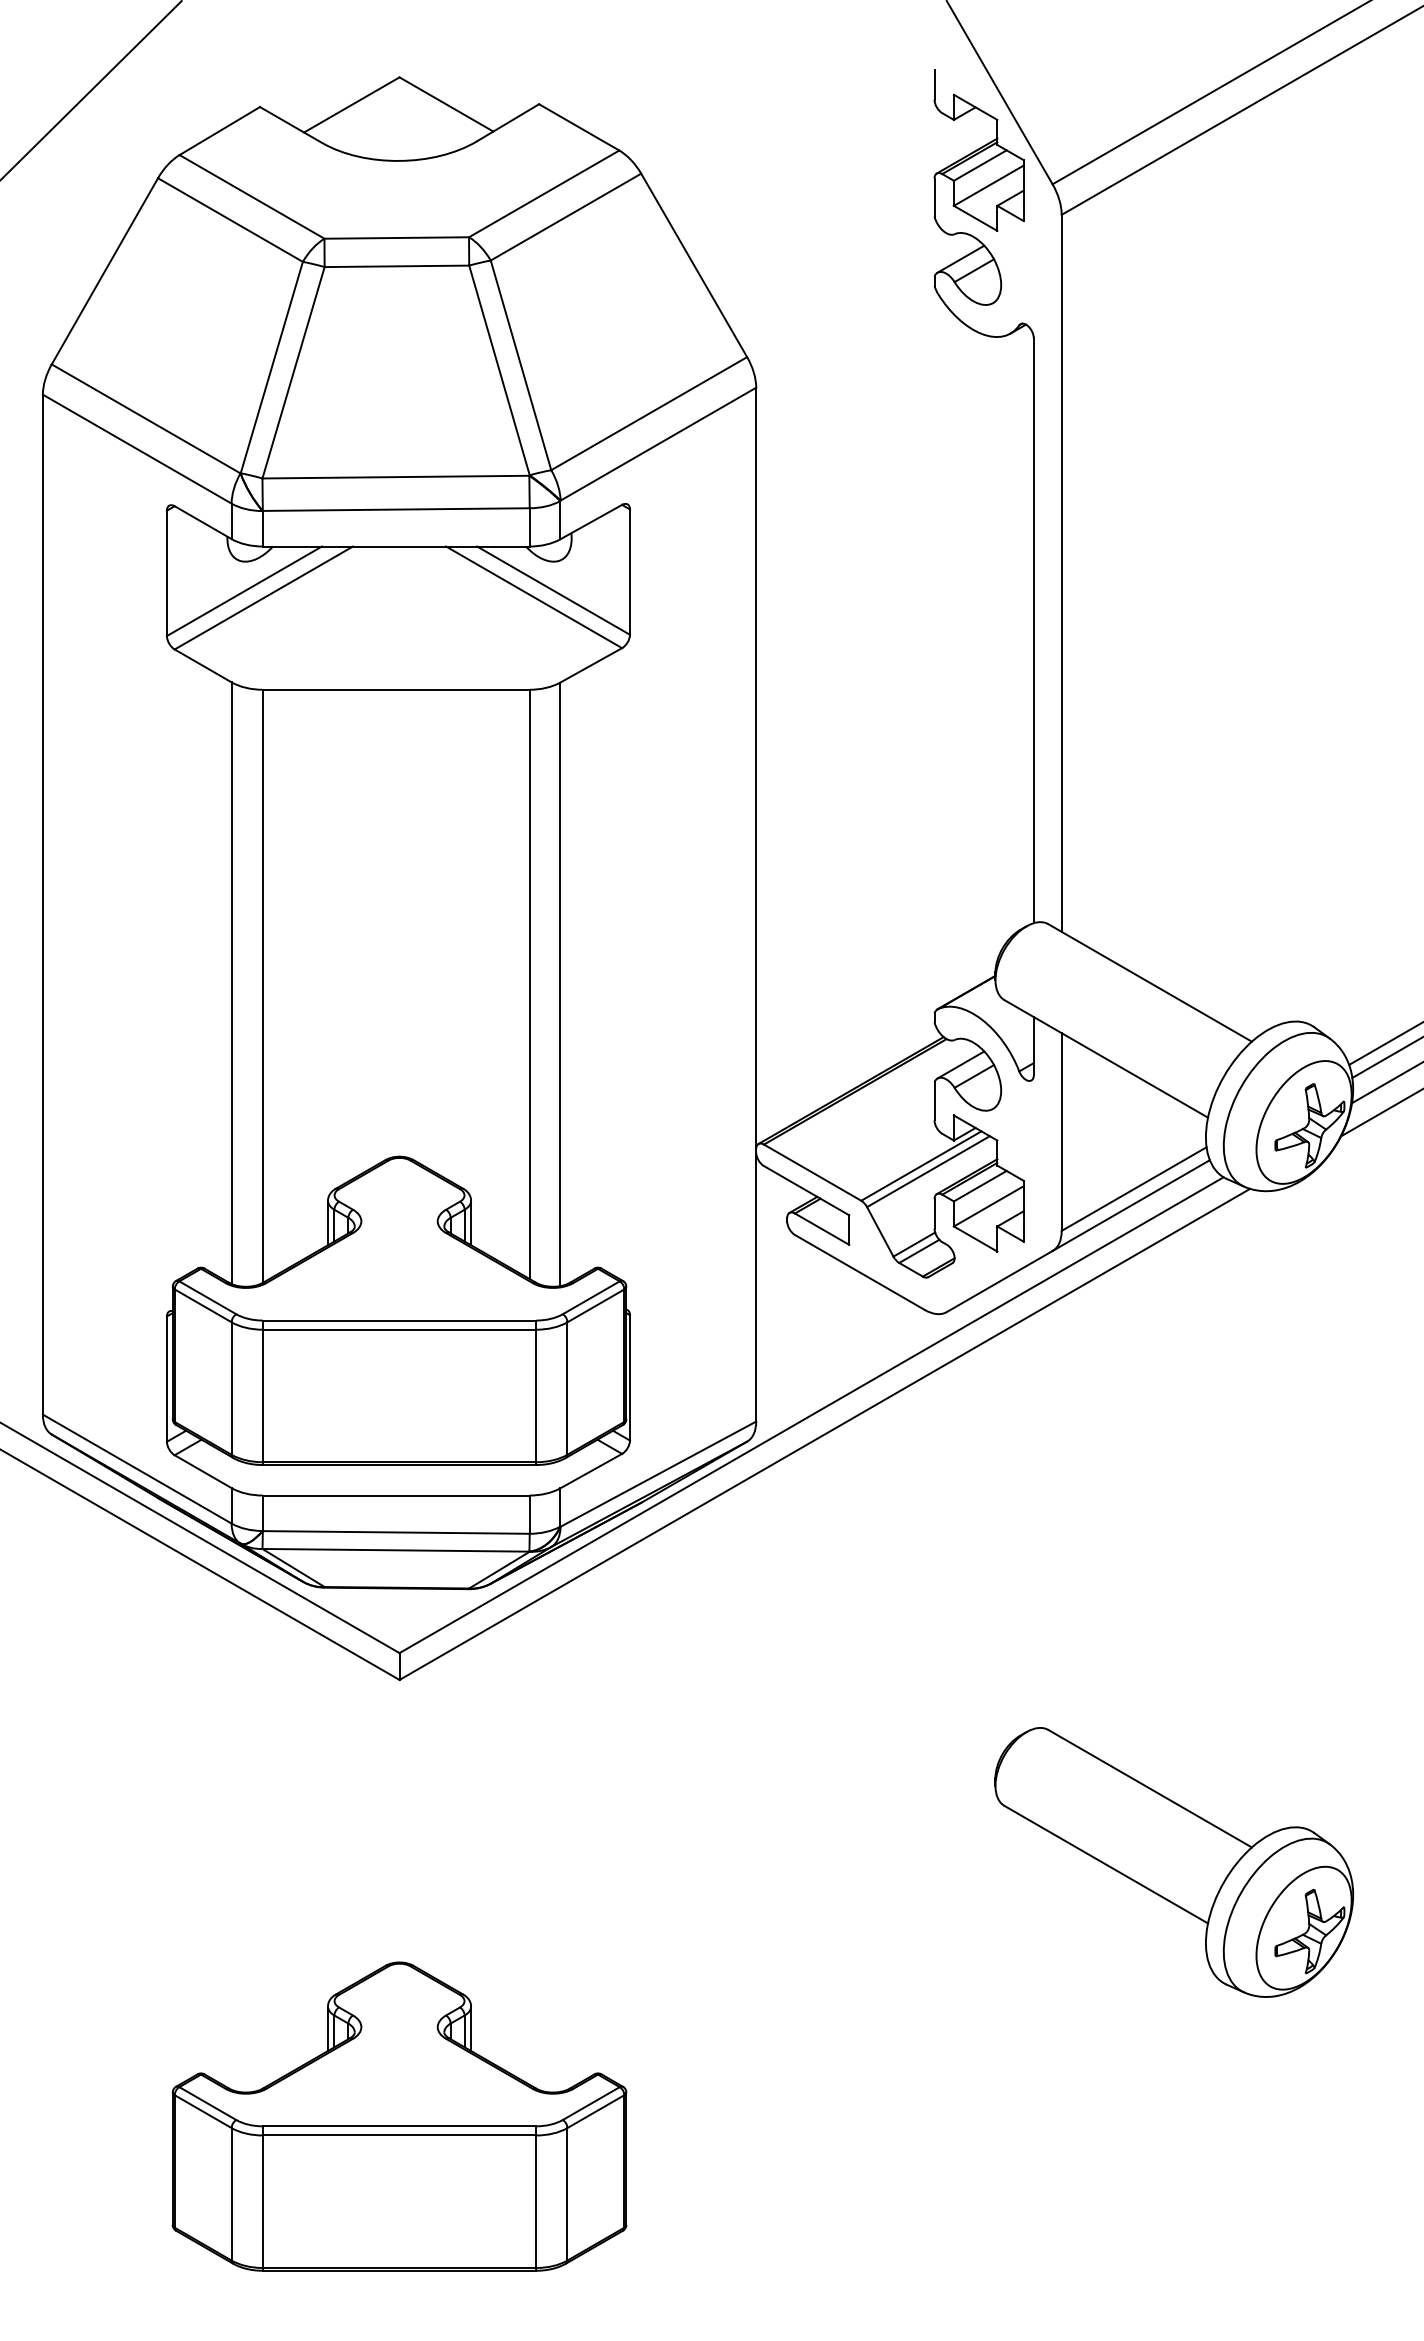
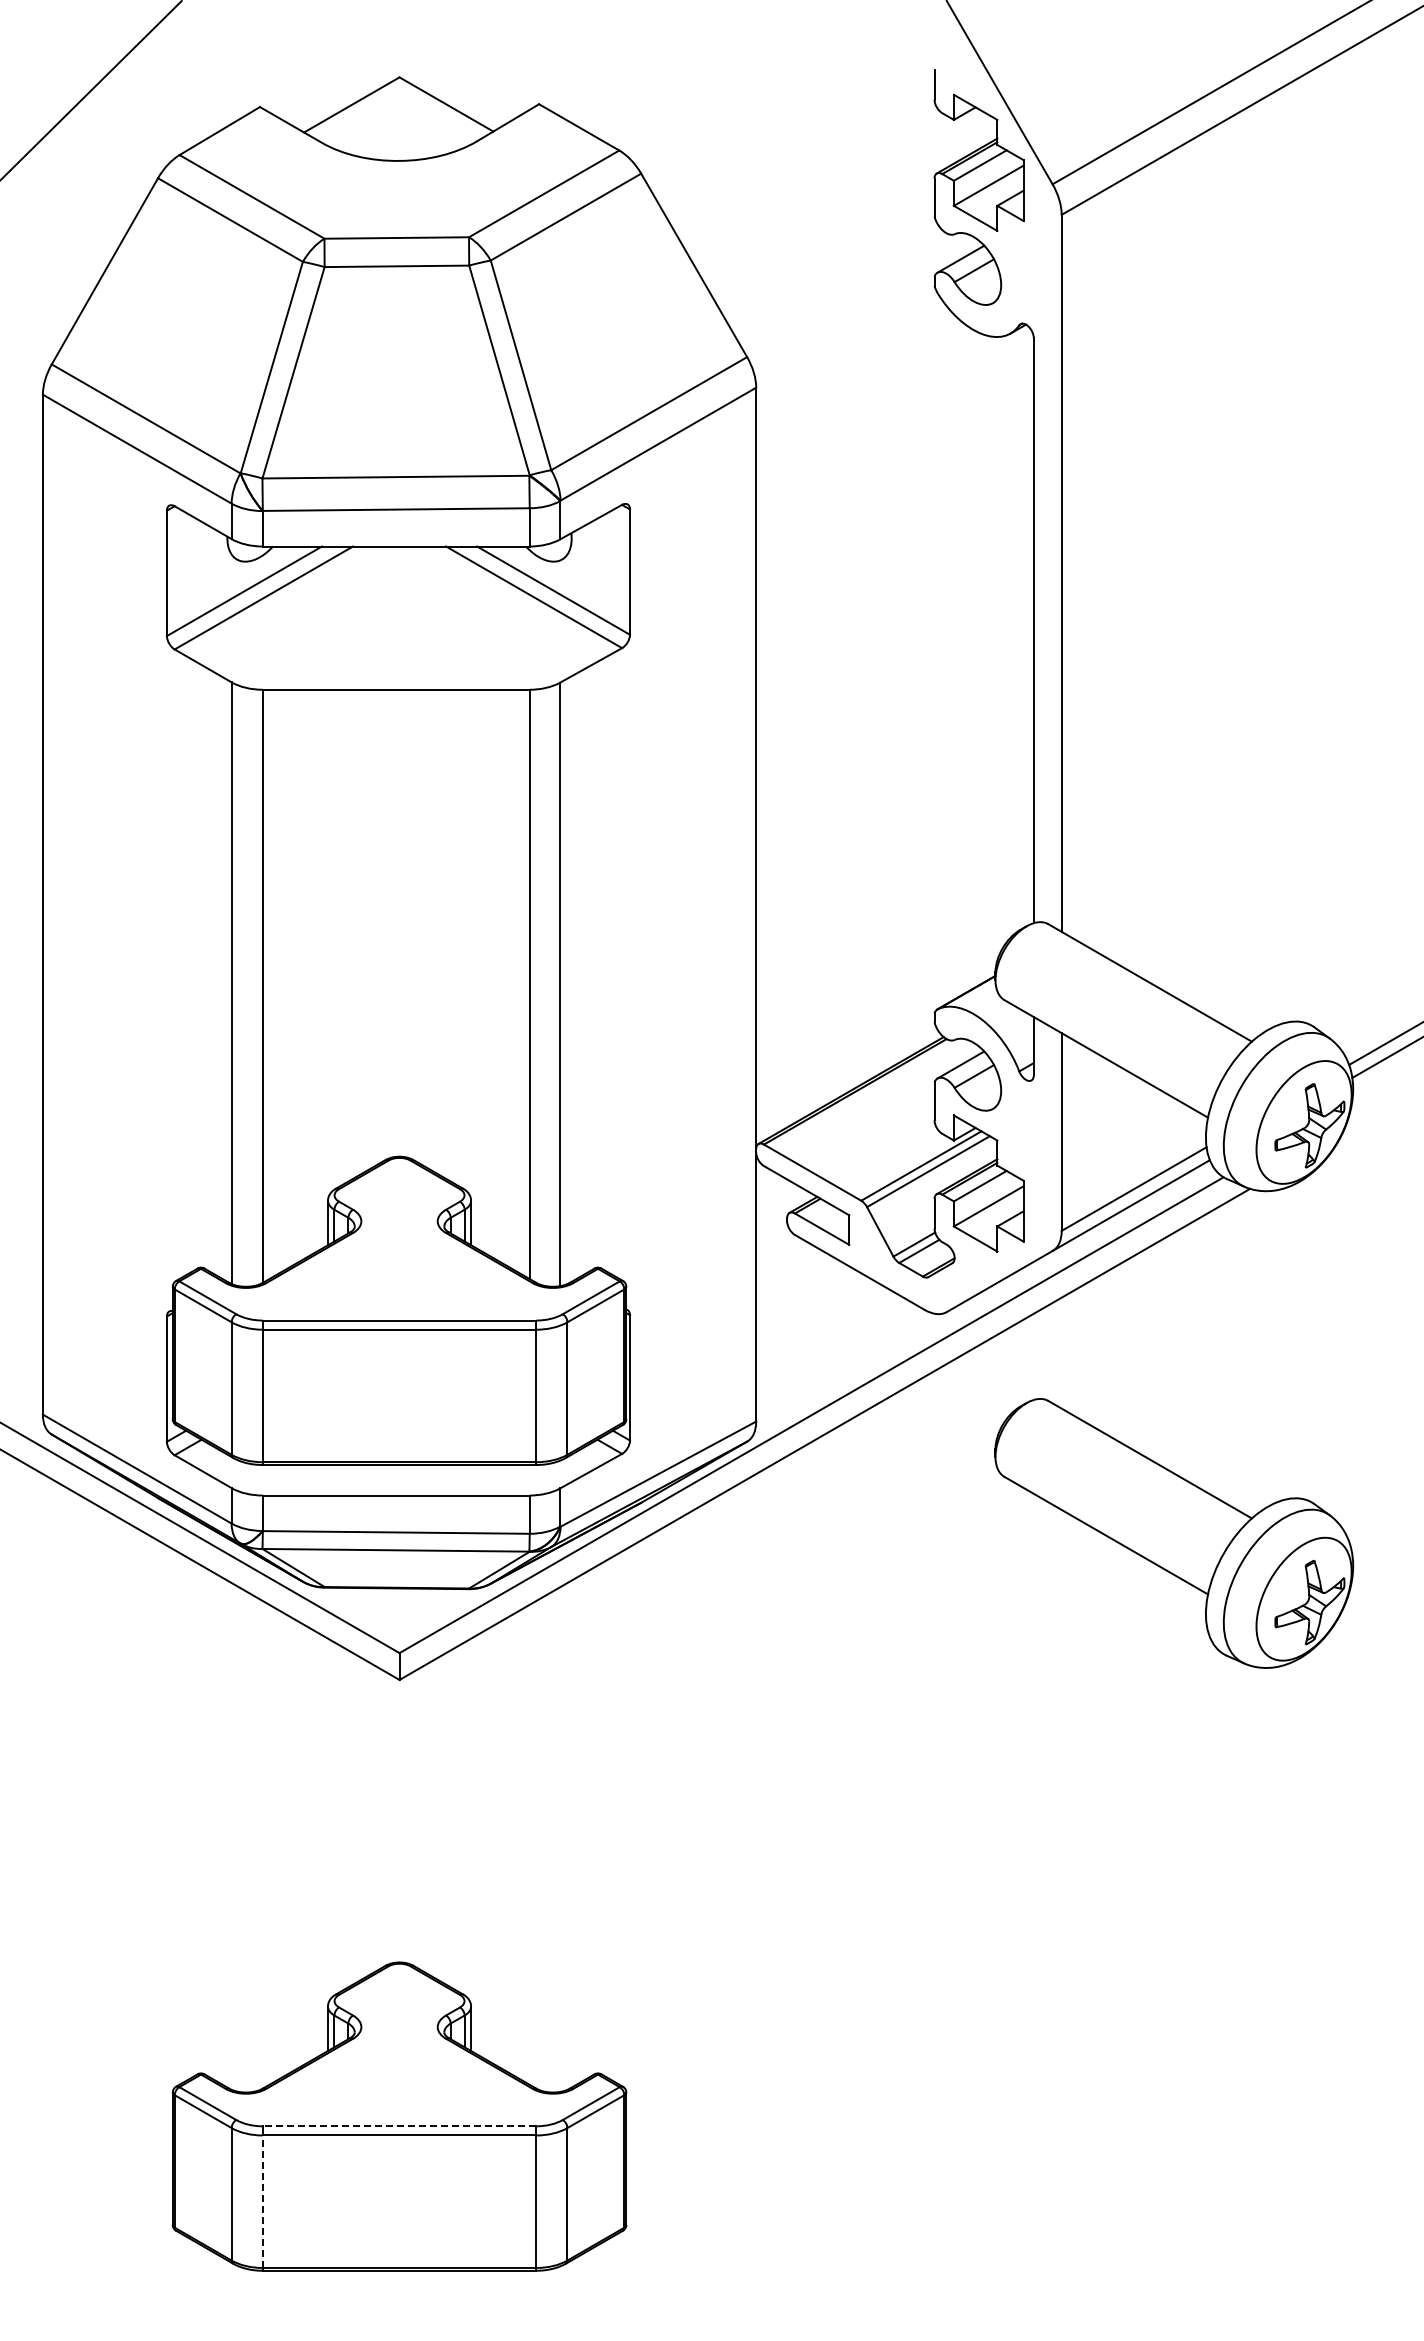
line at (1386, 1083): present -> none
line at (1380, 1113): present -> none
part at (1174, 1862) position: (1174, 1862) -> (1174, 1533)
line at (399, 2126): solid -> dashed
line at (262, 2201): solid -> dashed
